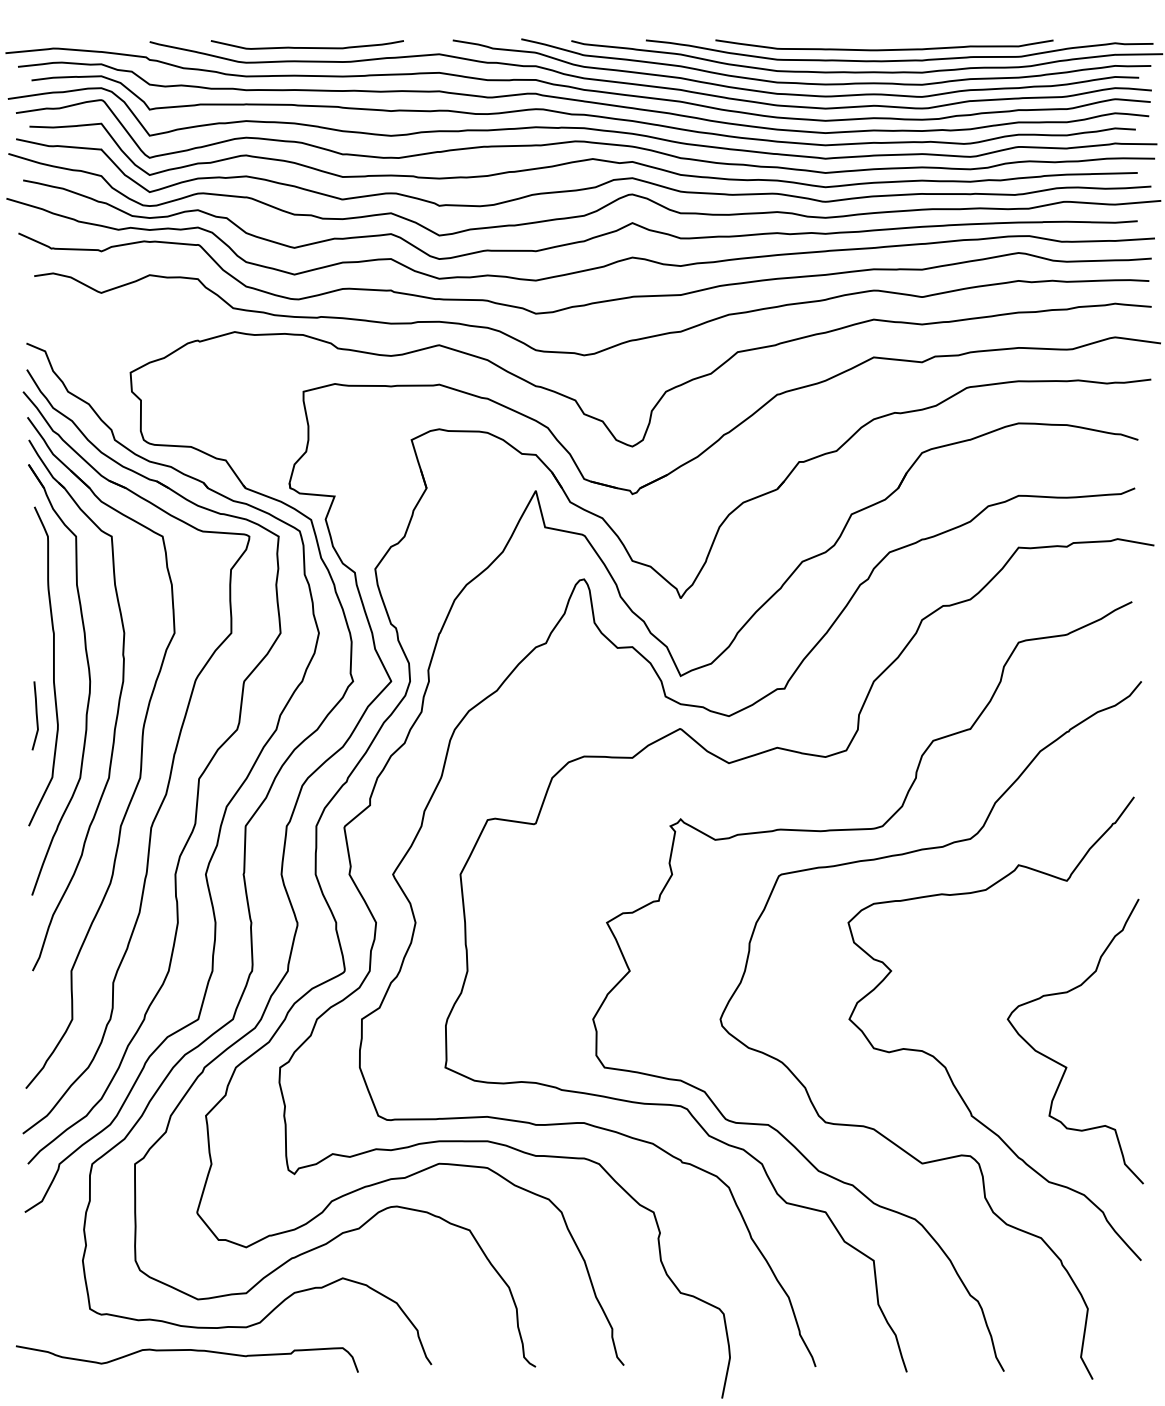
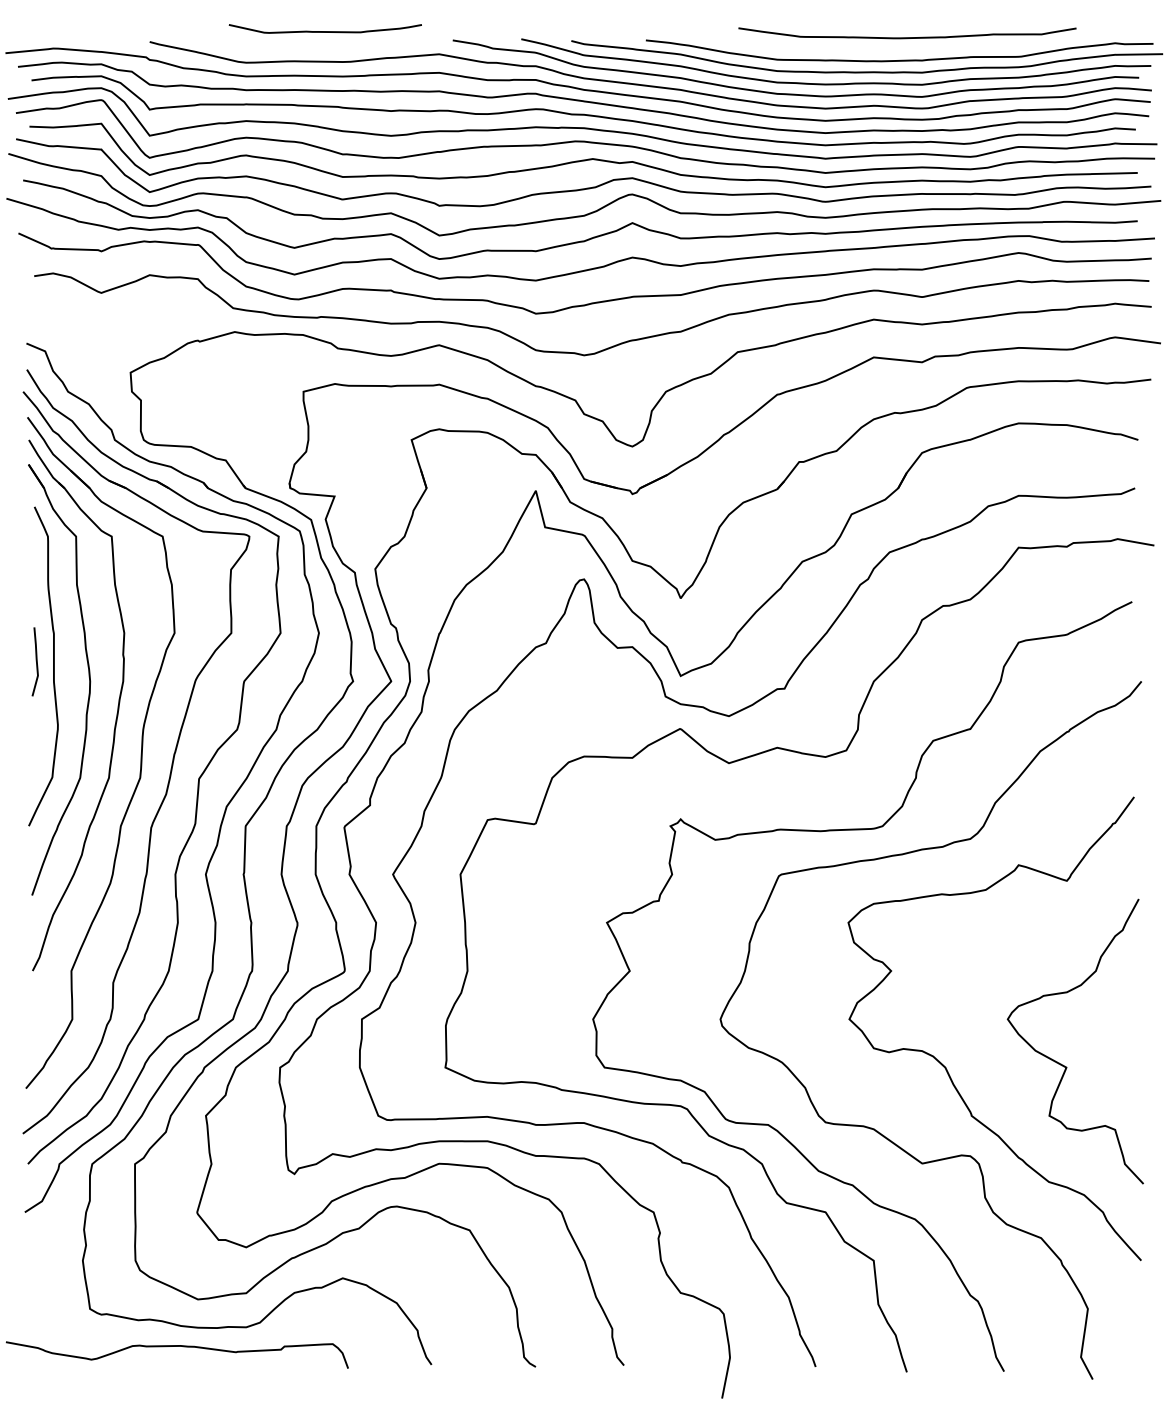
curve at (306, 47) position: (306, 47) -> (324, 31)
curve at (884, 49) position: (884, 49) -> (907, 37)
line at (35, 714) position: (35, 714) -> (35, 660)
curve at (187, 1350) position: (187, 1350) -> (177, 1346)
